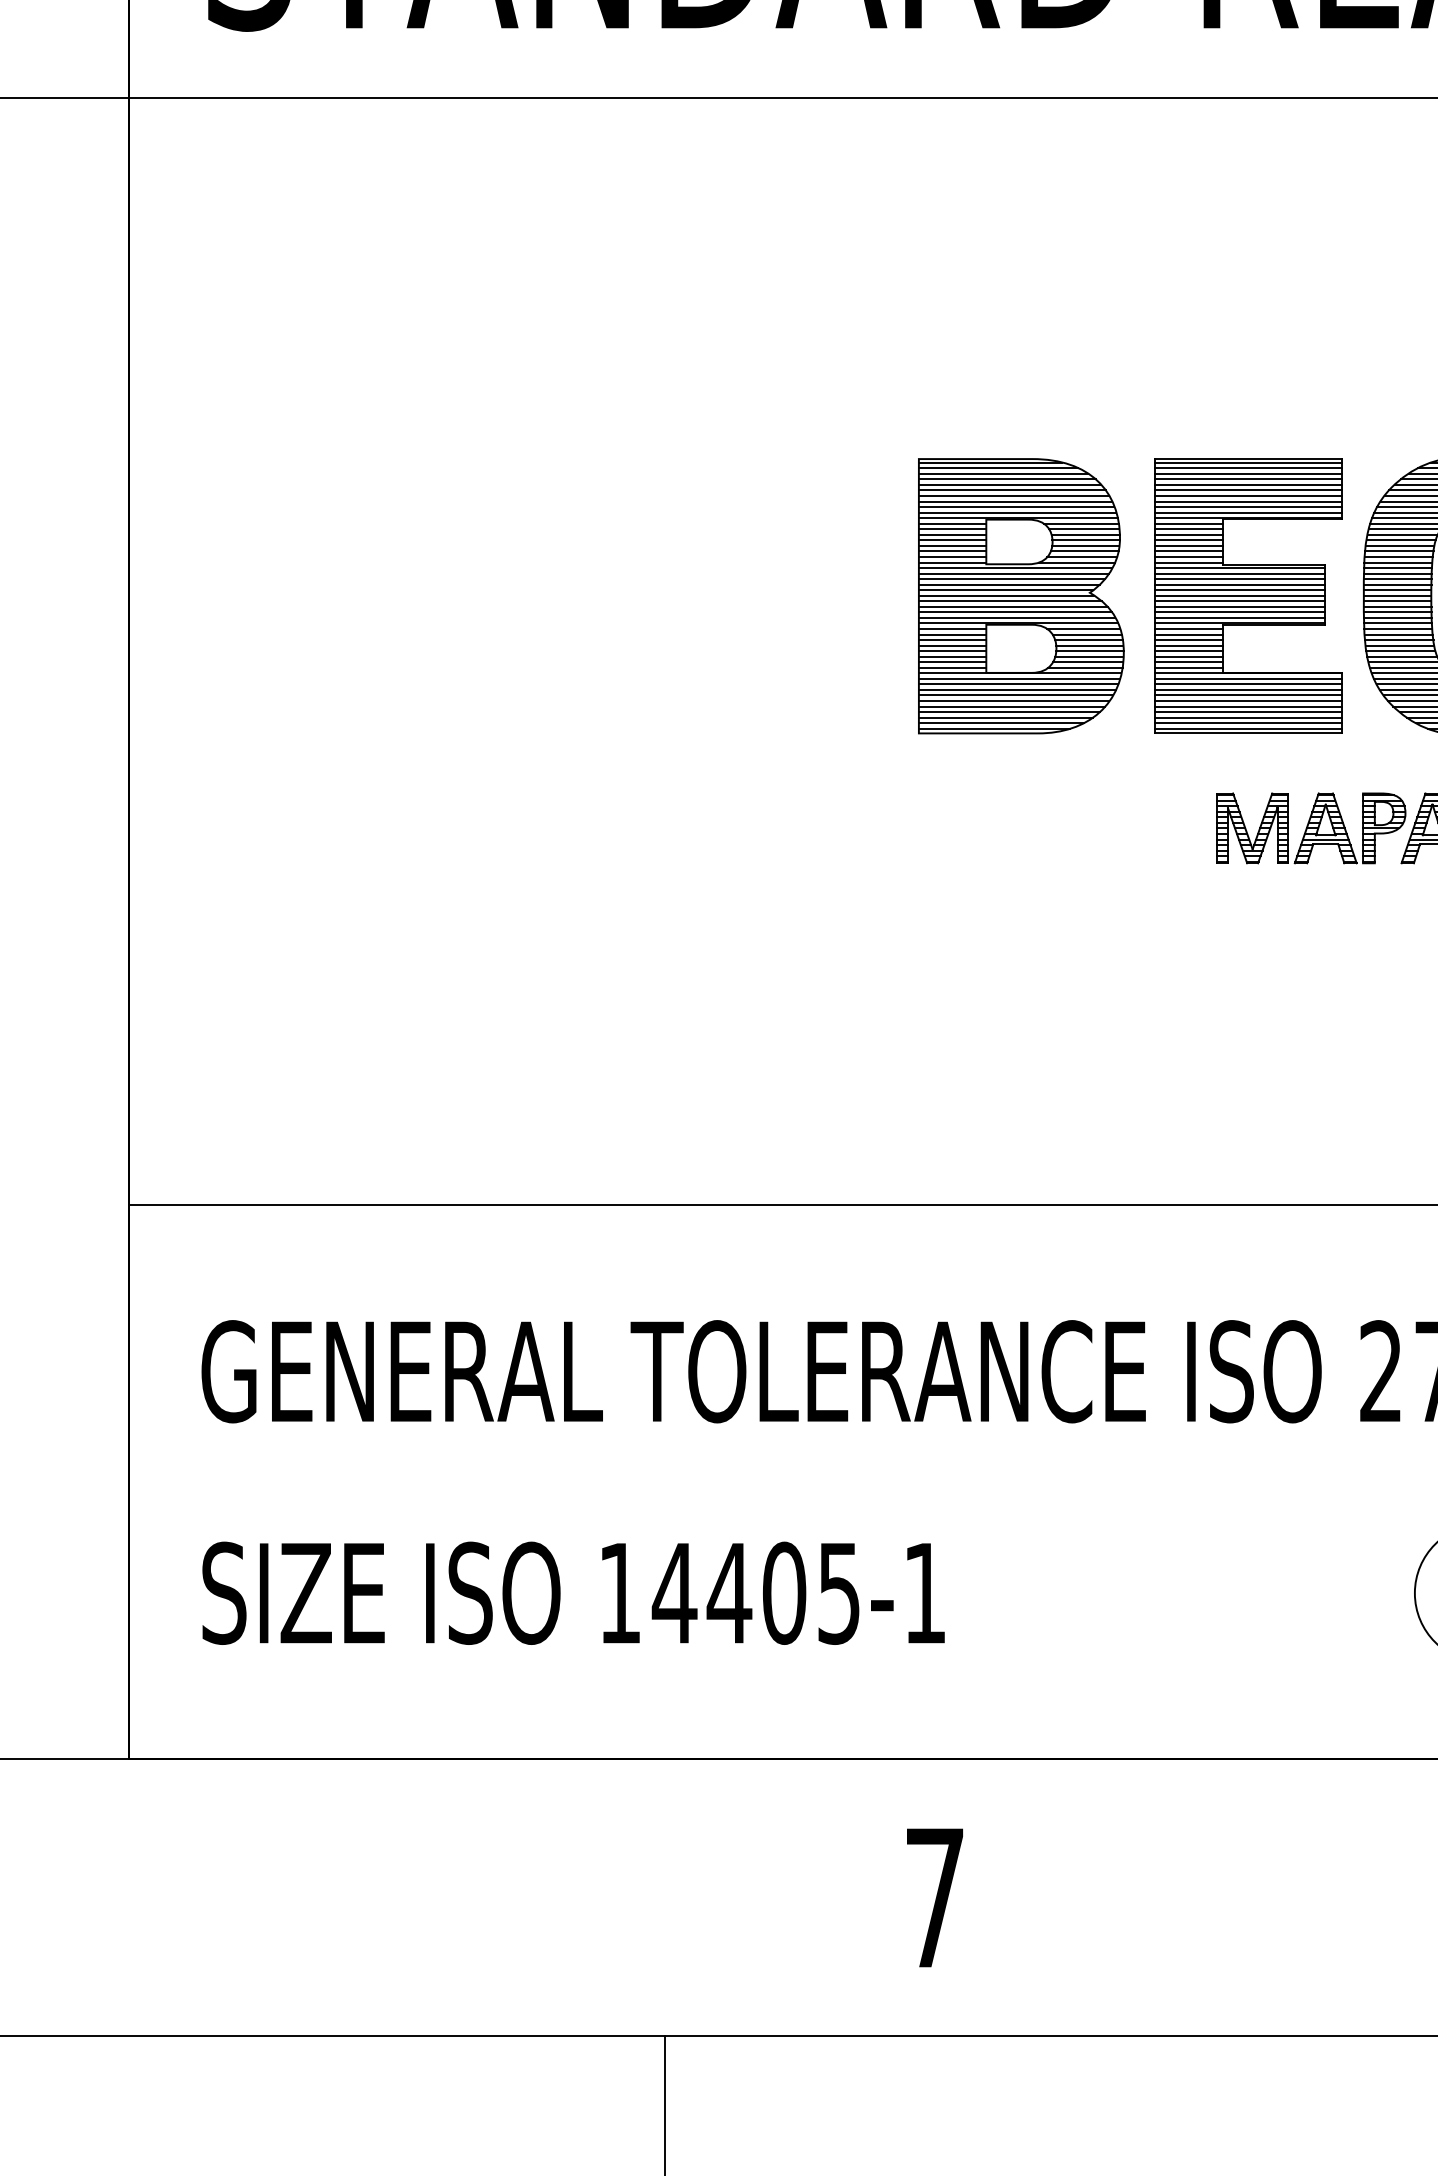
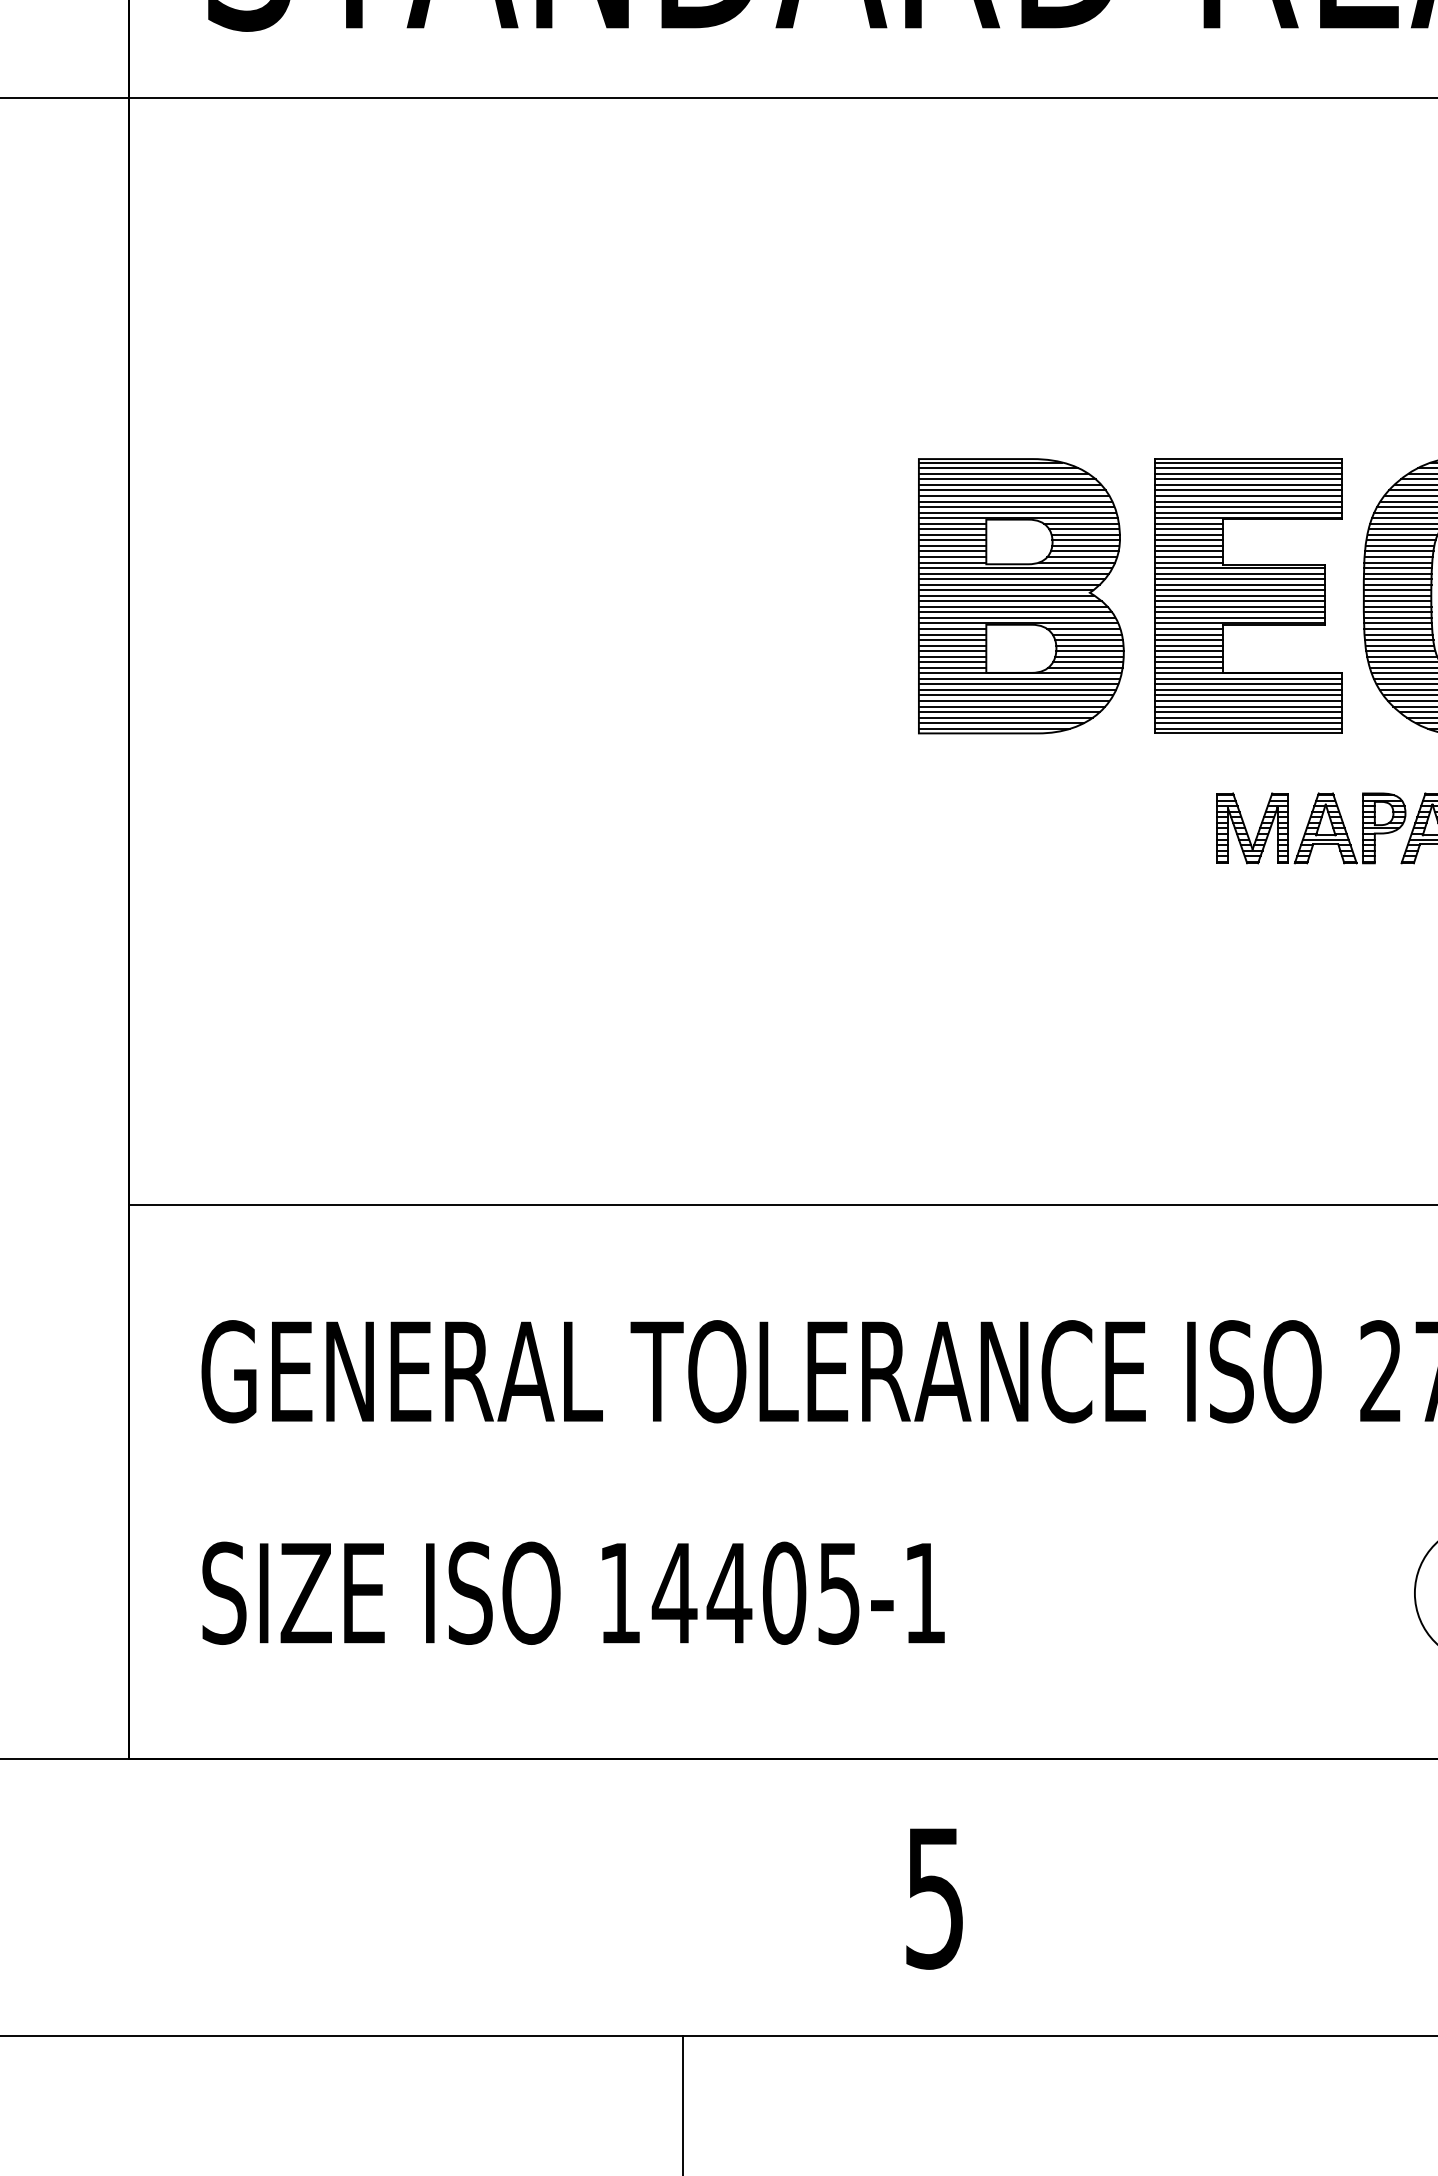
text at (934, 1898): 7 -> 5
line at (664, 2104) position: (664, 2104) -> (682, 2104)
